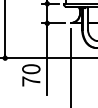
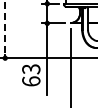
line at (5, 27): solid -> dashed
text at (31, 75): 70 -> 63
